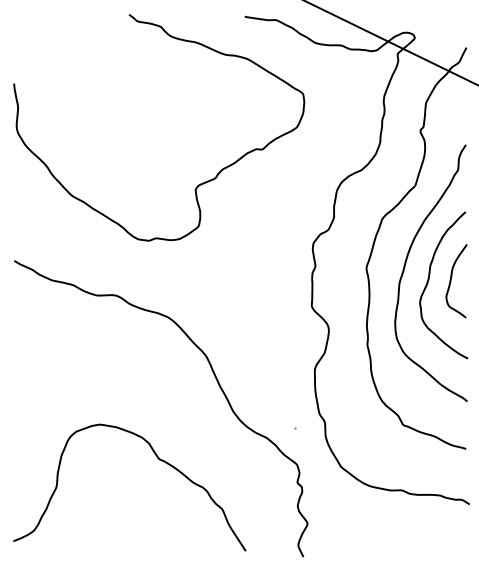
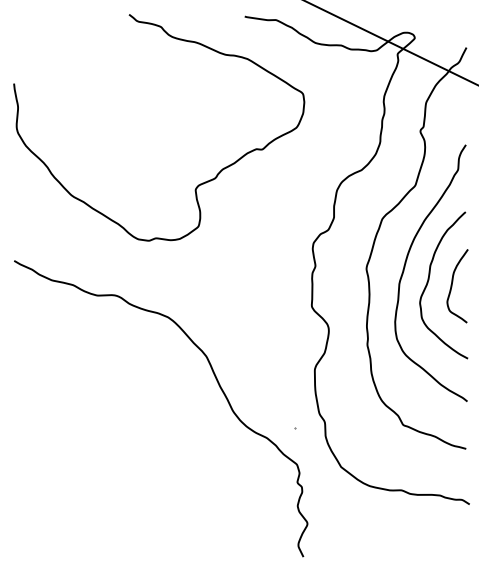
curve at (451, 281) position: (451, 281) -> (452, 286)
curve at (157, 458): present -> none
